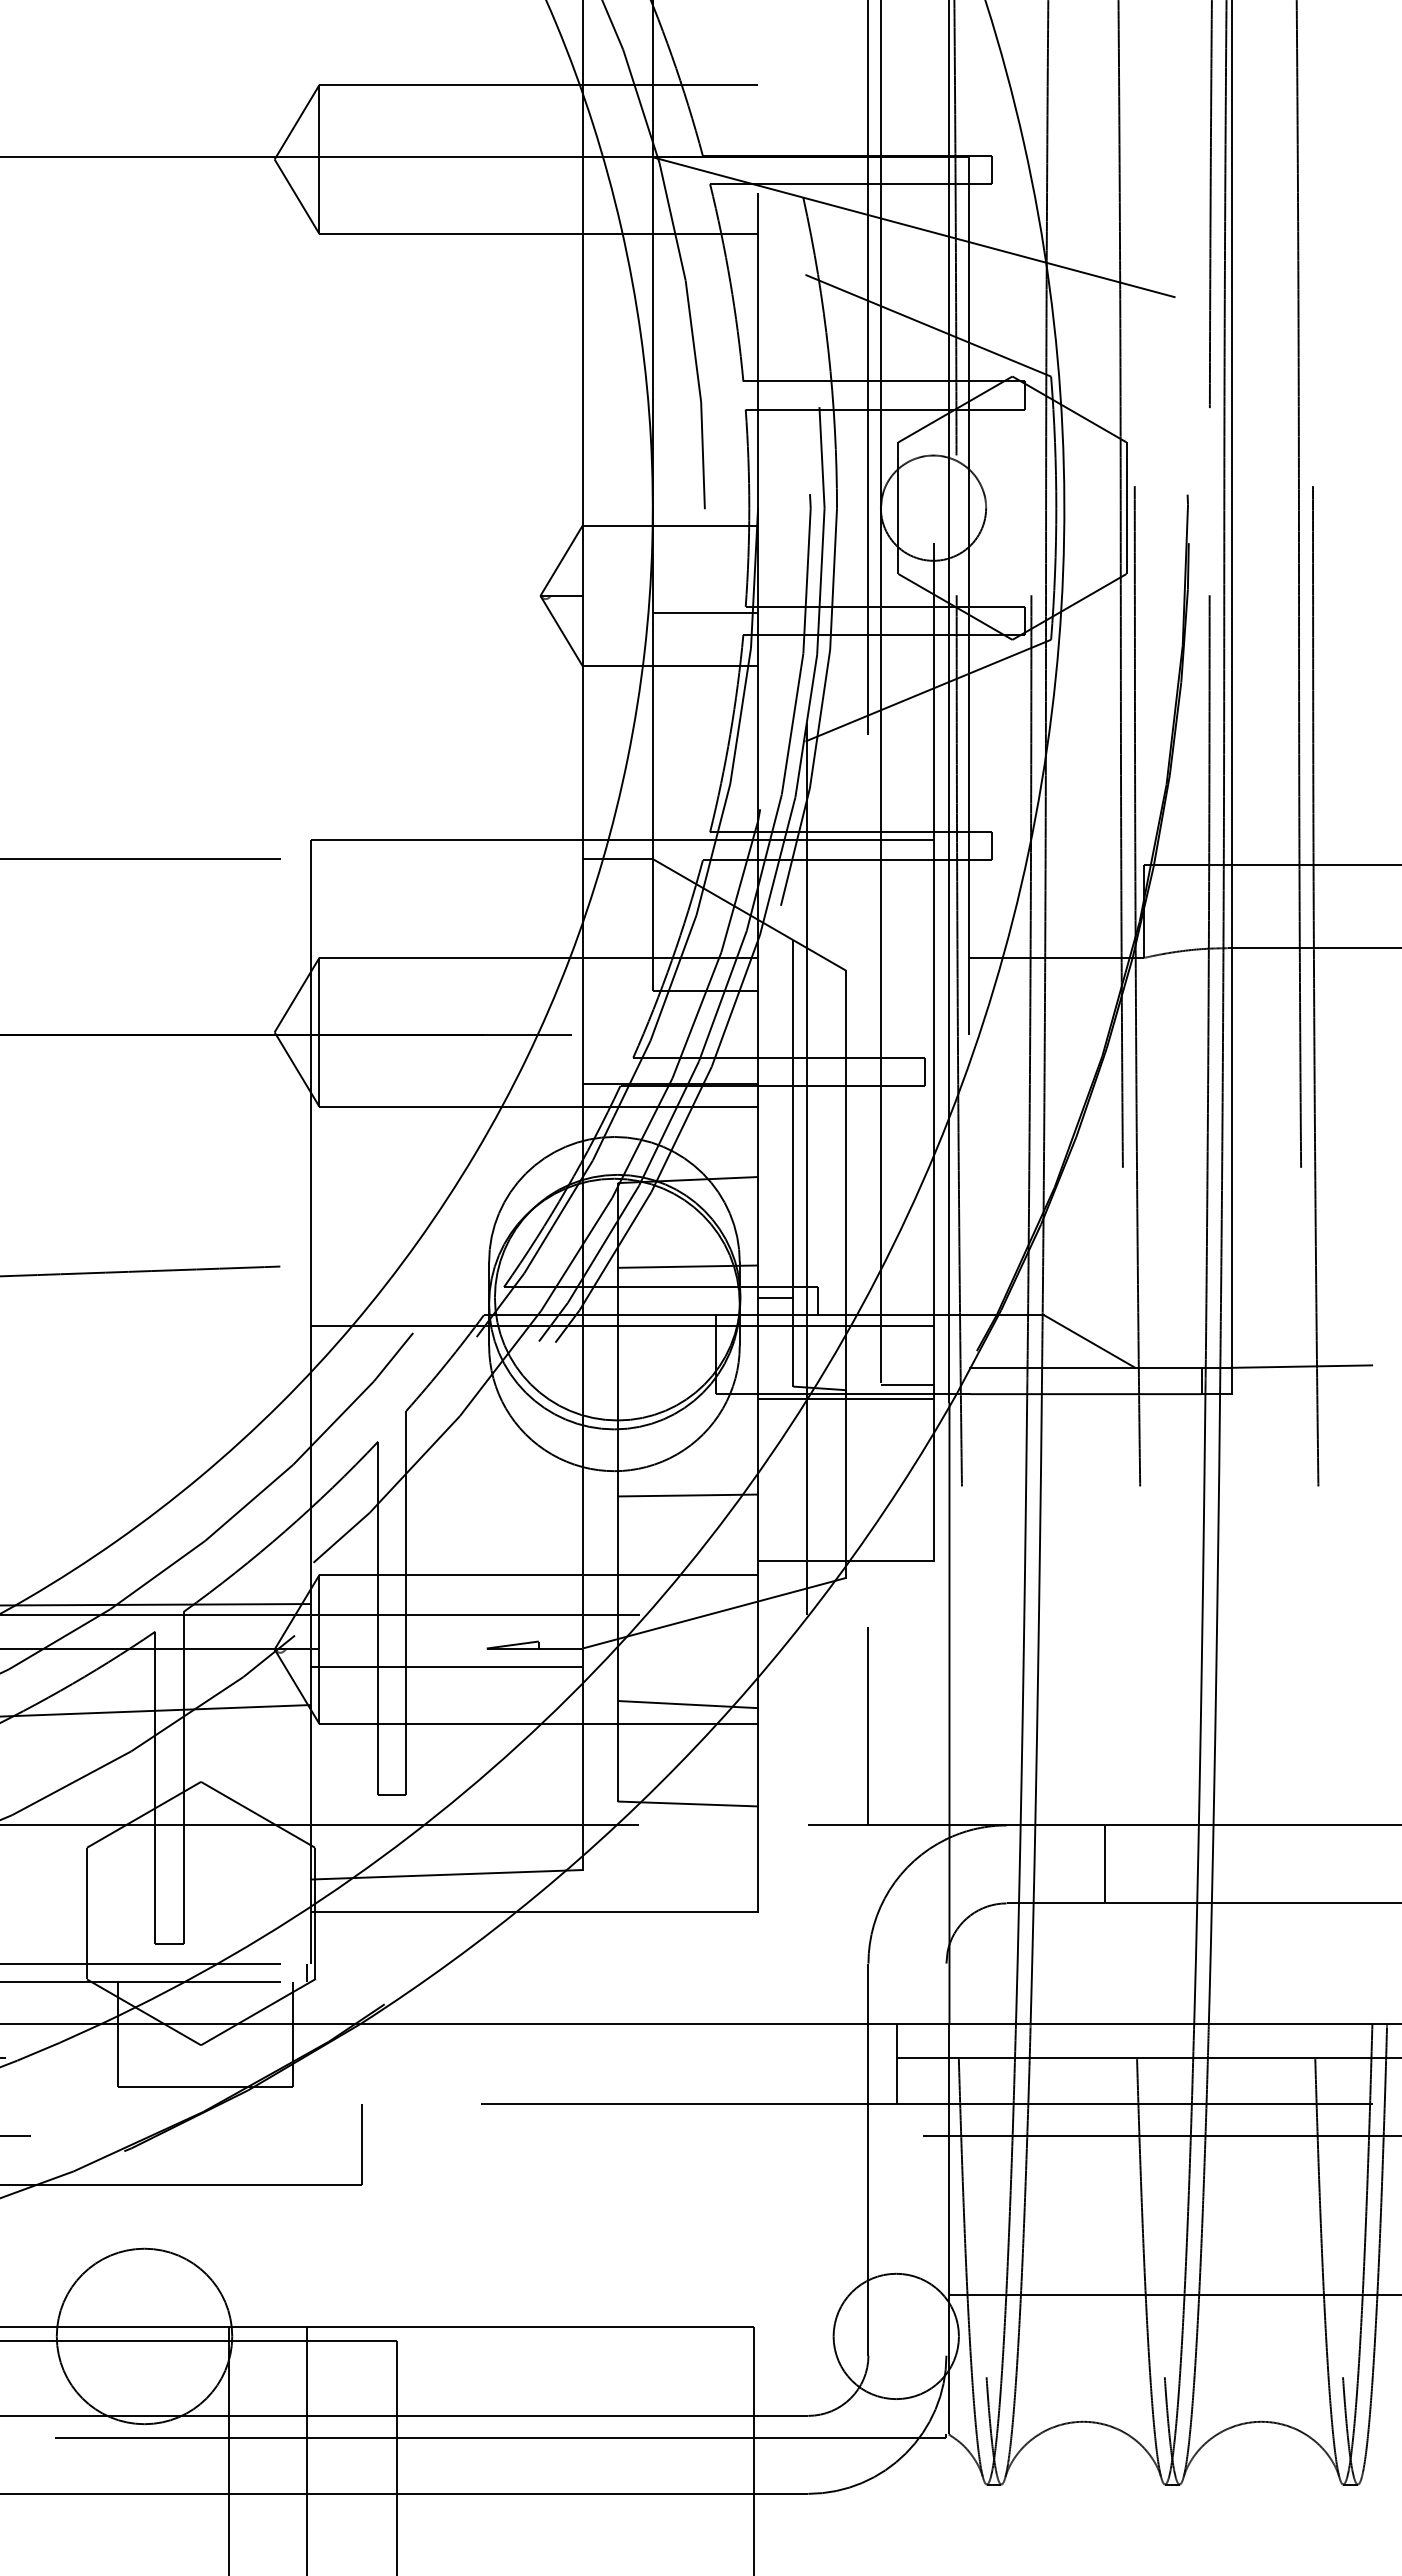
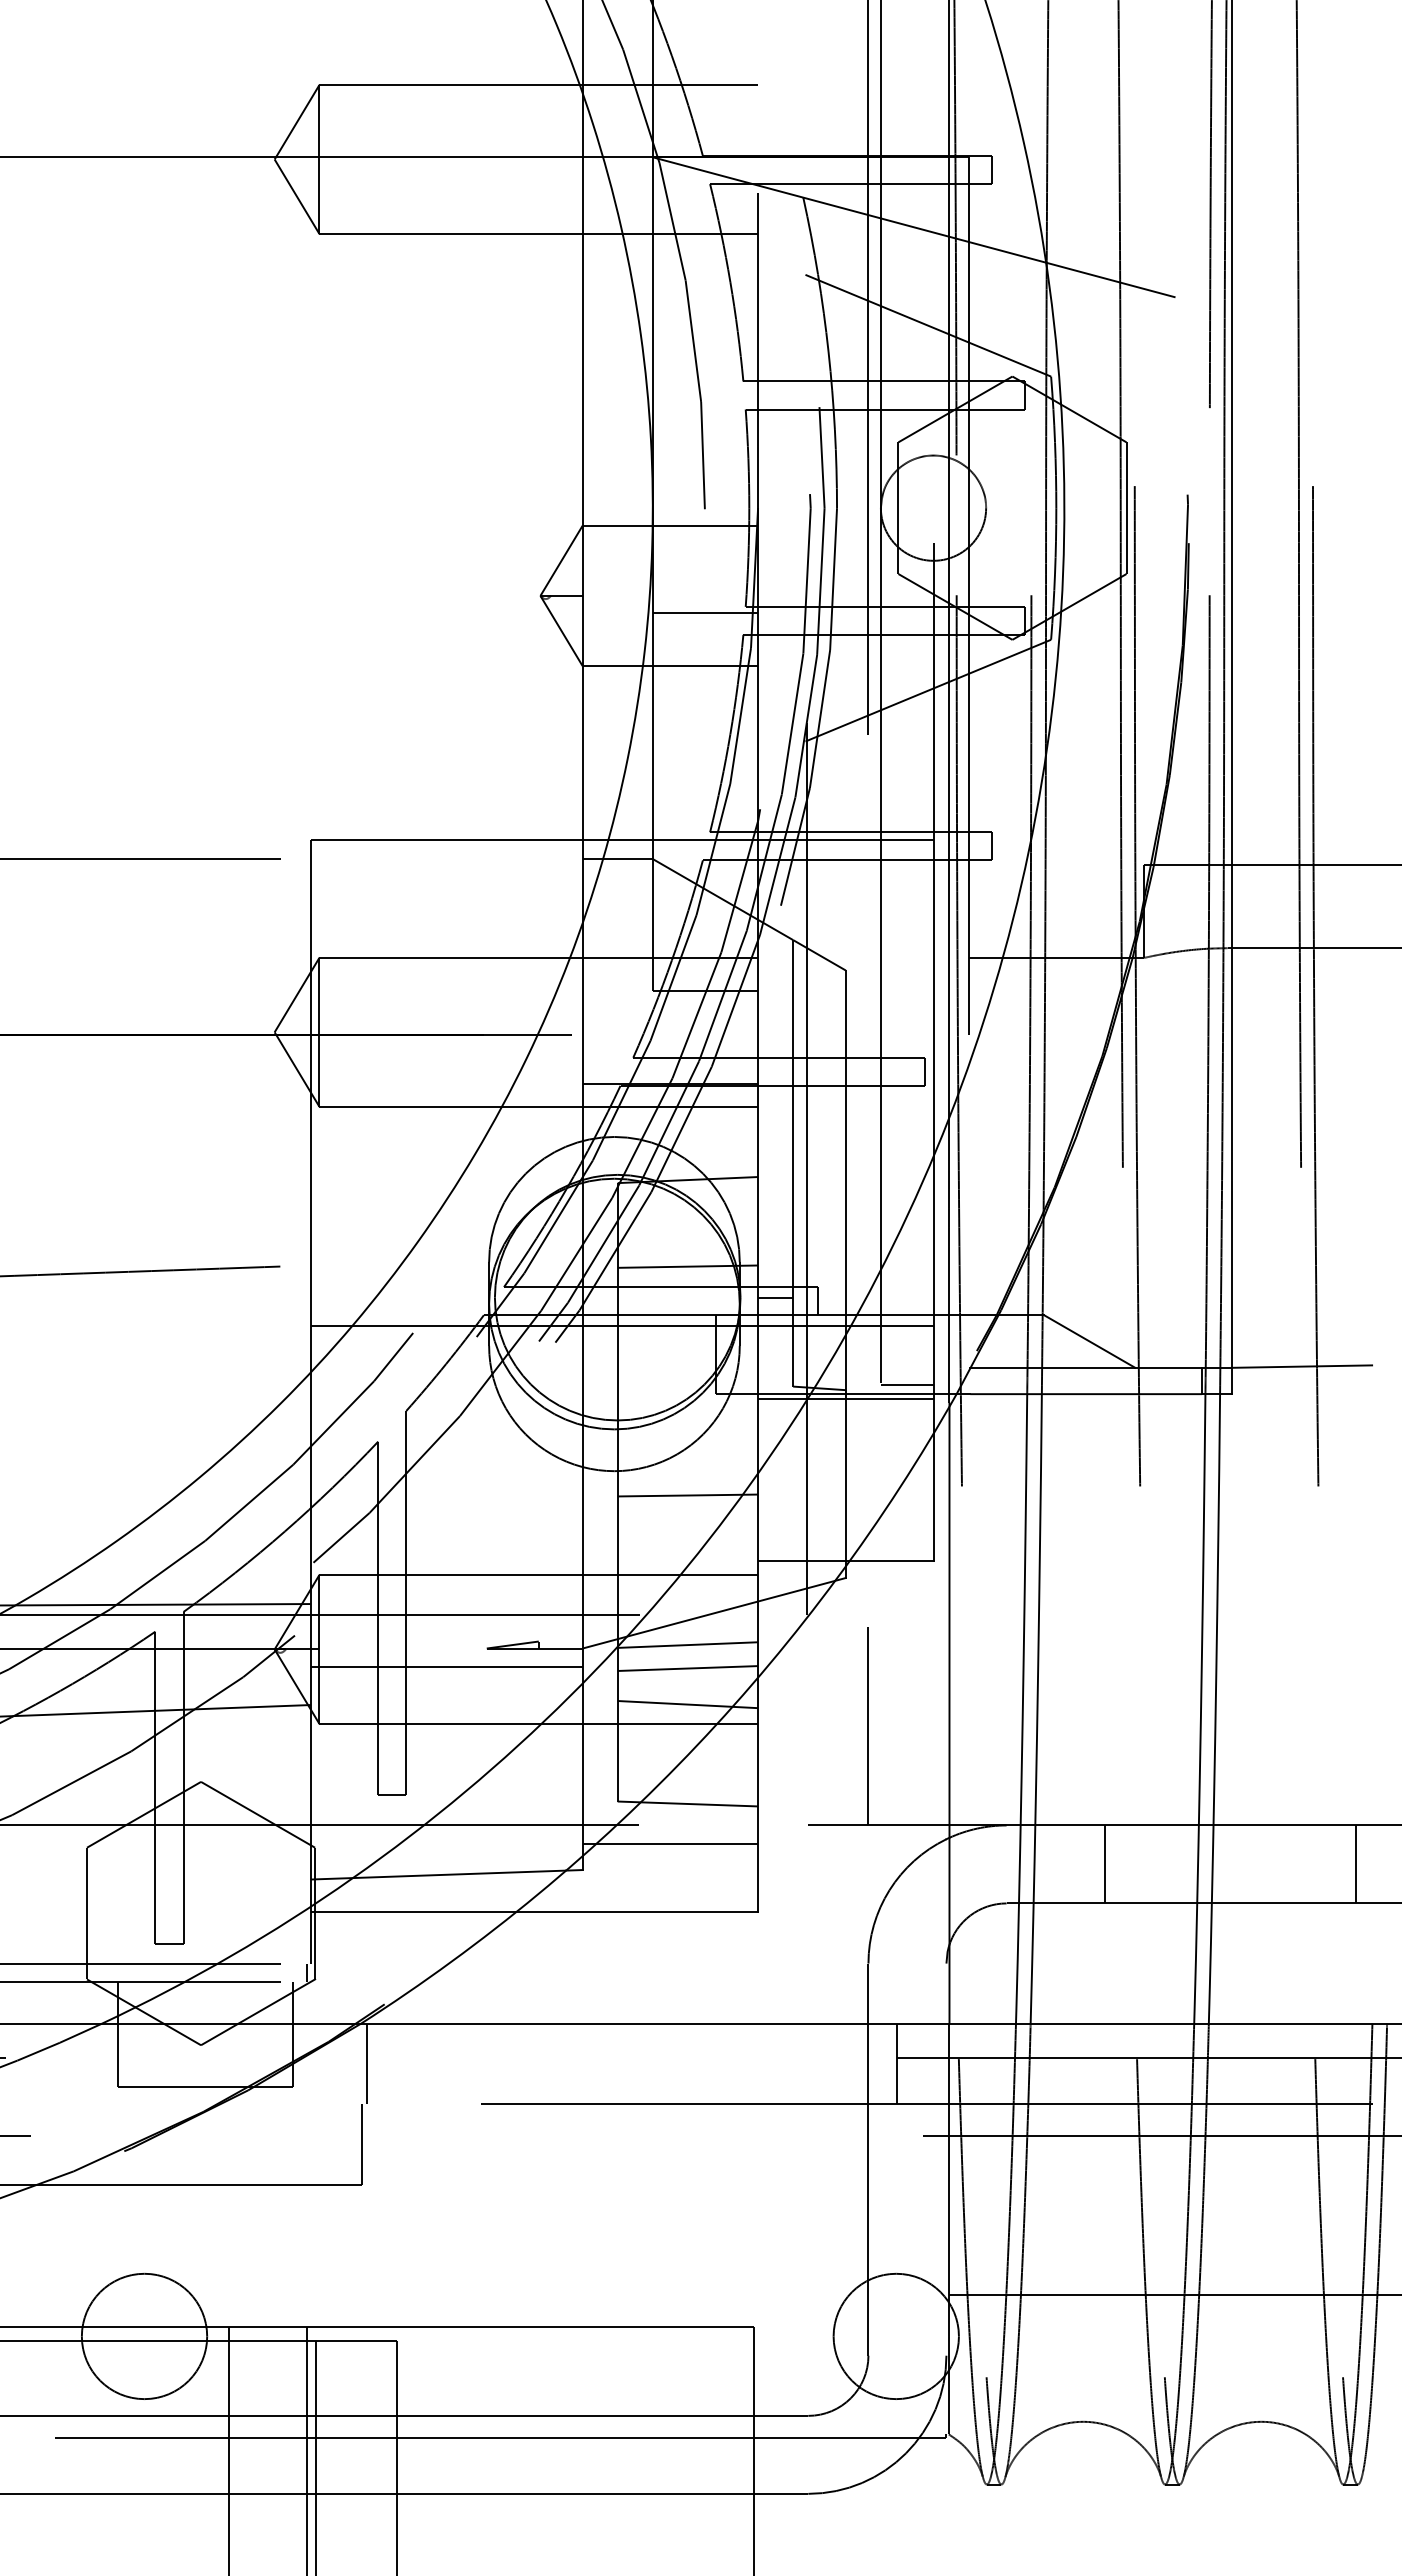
line at (687, 1644): none -> present
line at (687, 1668): none -> present
line at (670, 1844): none -> present
line at (1355, 1864): none -> present
line at (367, 2063): none -> present
circle at (144, 2336) diameter: 175 px -> 125 px
line at (315, 2456): none -> present
